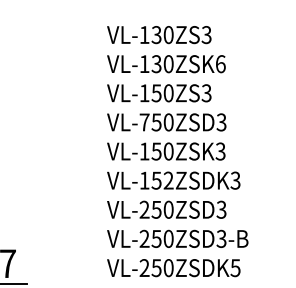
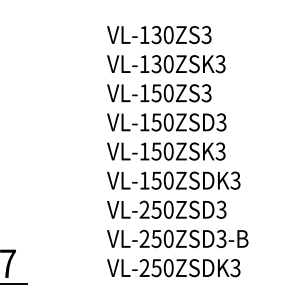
text at (220, 64): VL-130ZSK6 -> VL-130ZSK3
text at (144, 122): VL-750ZSD3 -> VL-150ZSD3
text at (168, 180): VL-152ZSDK3 -> VL-150ZSDK3
text at (235, 267): VL-250ZSDK5 -> VL-250ZSDK3
